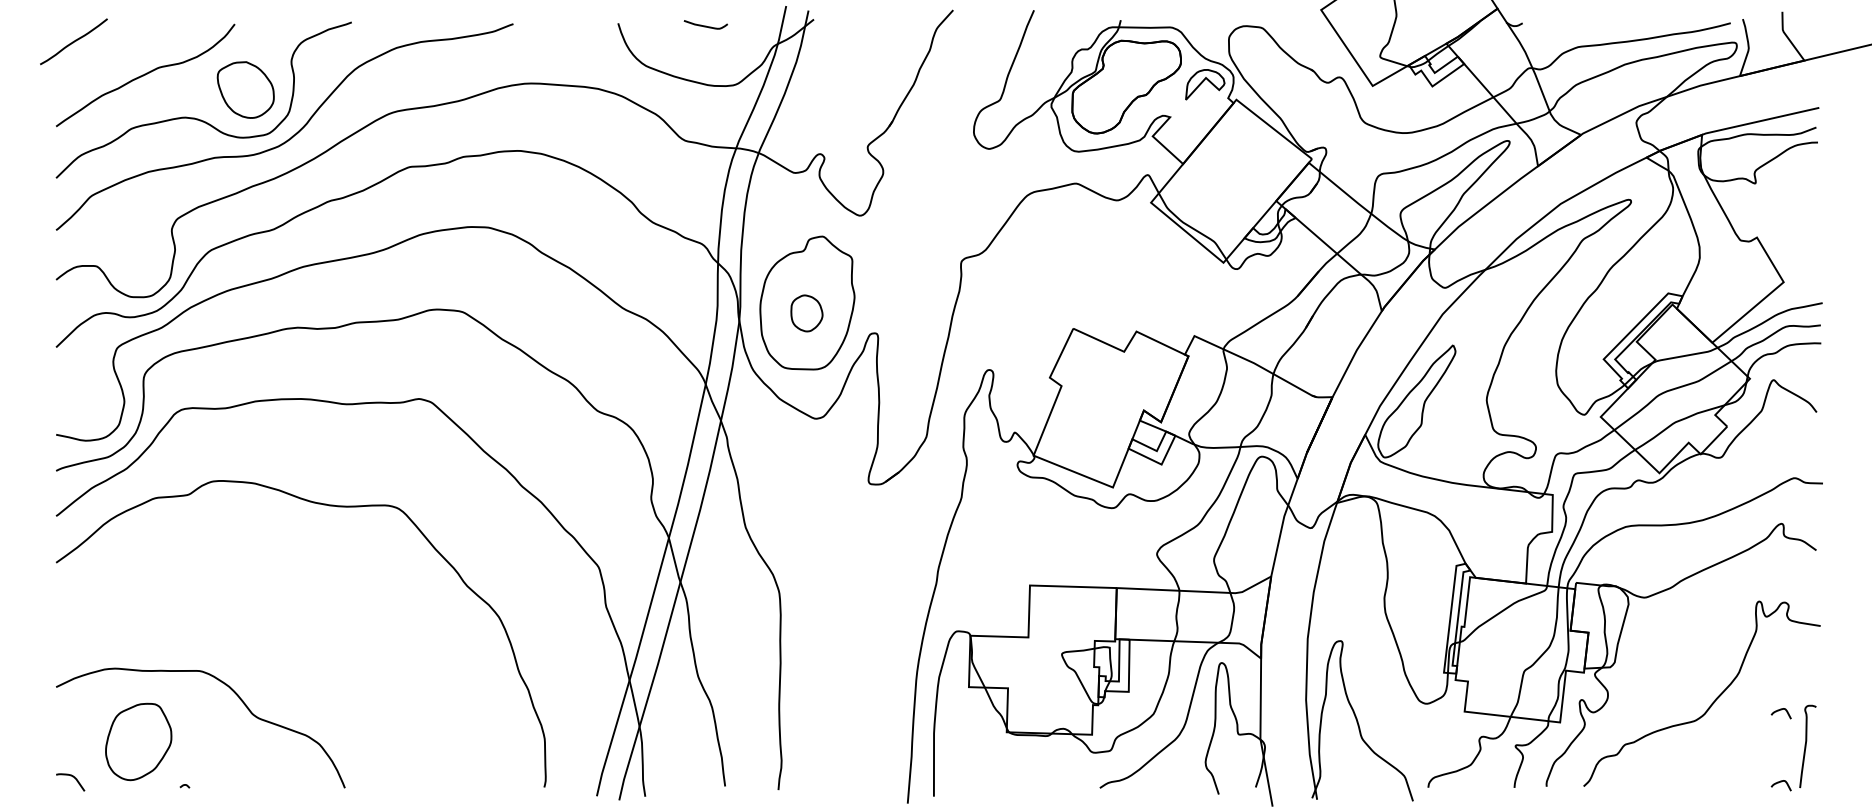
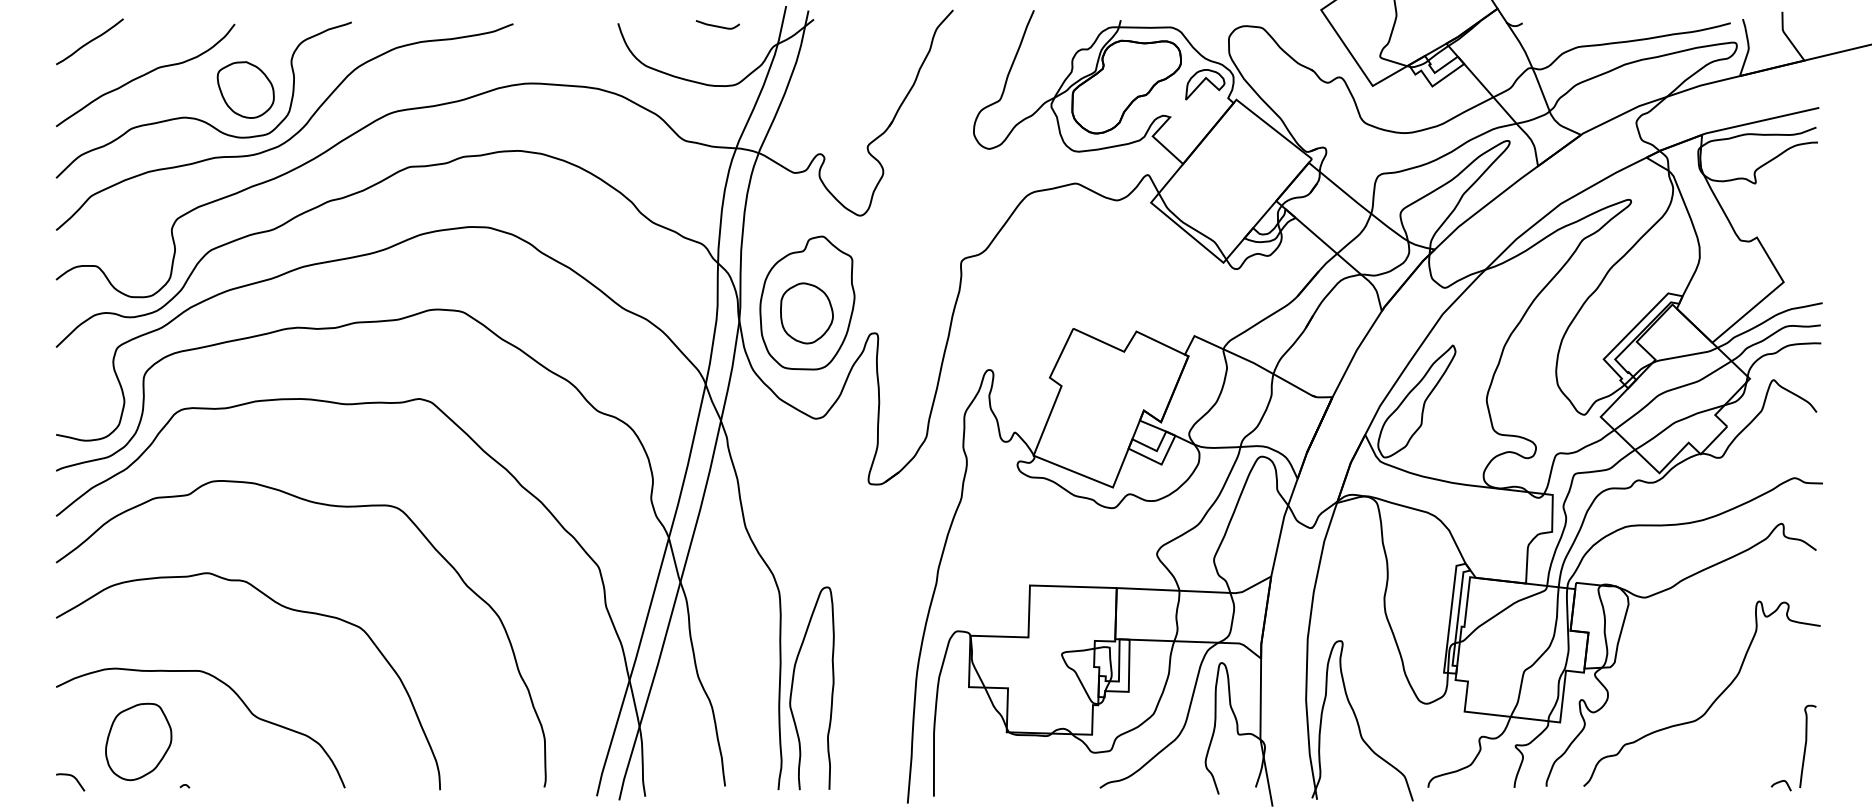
curve at (705, 25) position: (705, 25) -> (717, 25)
curve at (73, 41) position: (73, 41) -> (89, 41)
part at (806, 313) size: 34x39 px -> 54x63 px
curve at (283, 607): none -> present
curve at (793, 684): none -> present
curve at (1778, 711): present -> none
